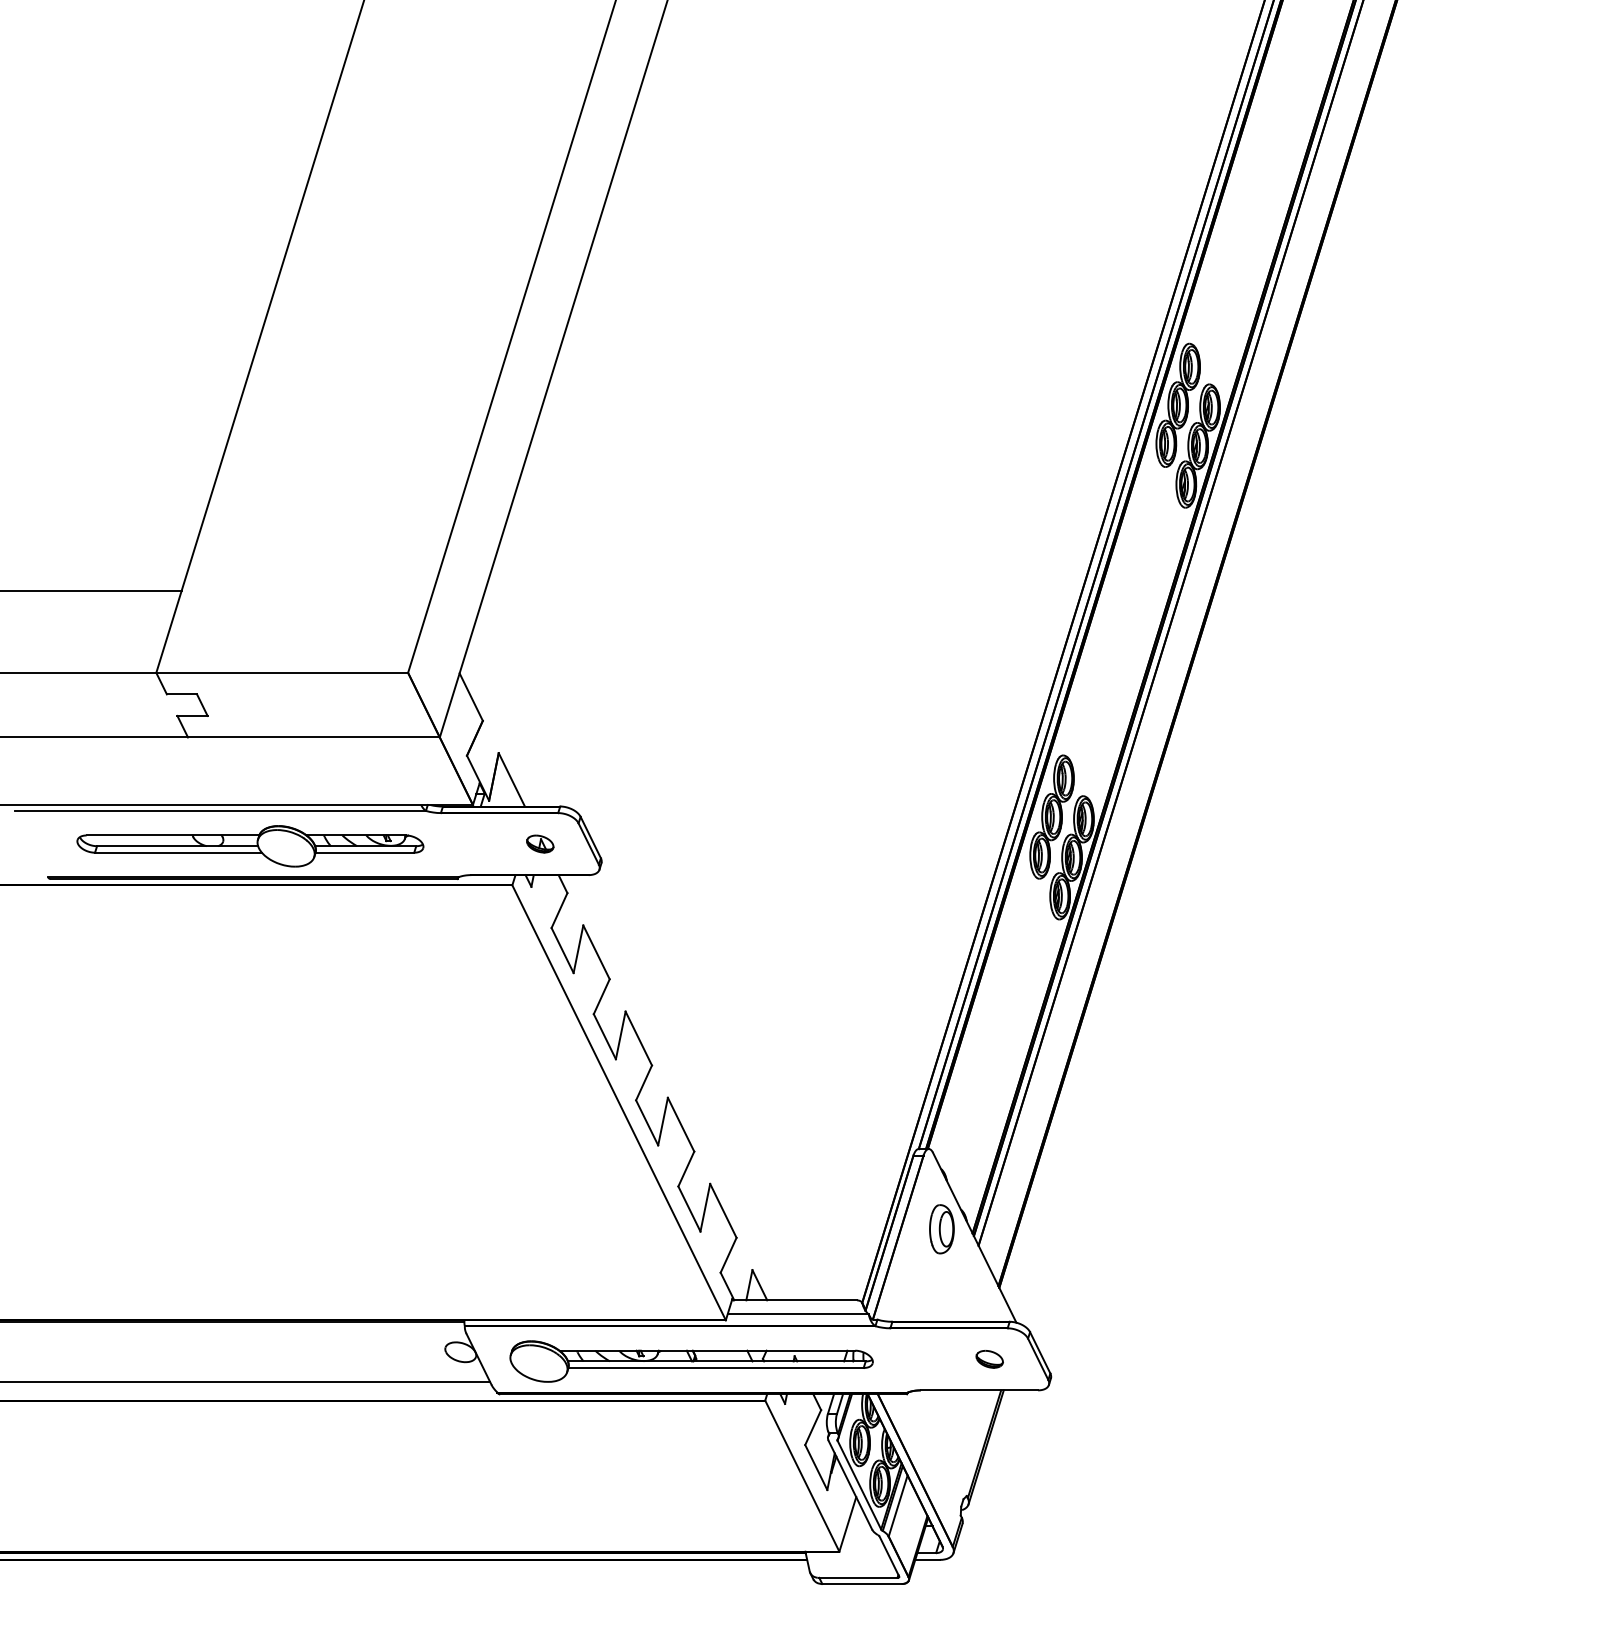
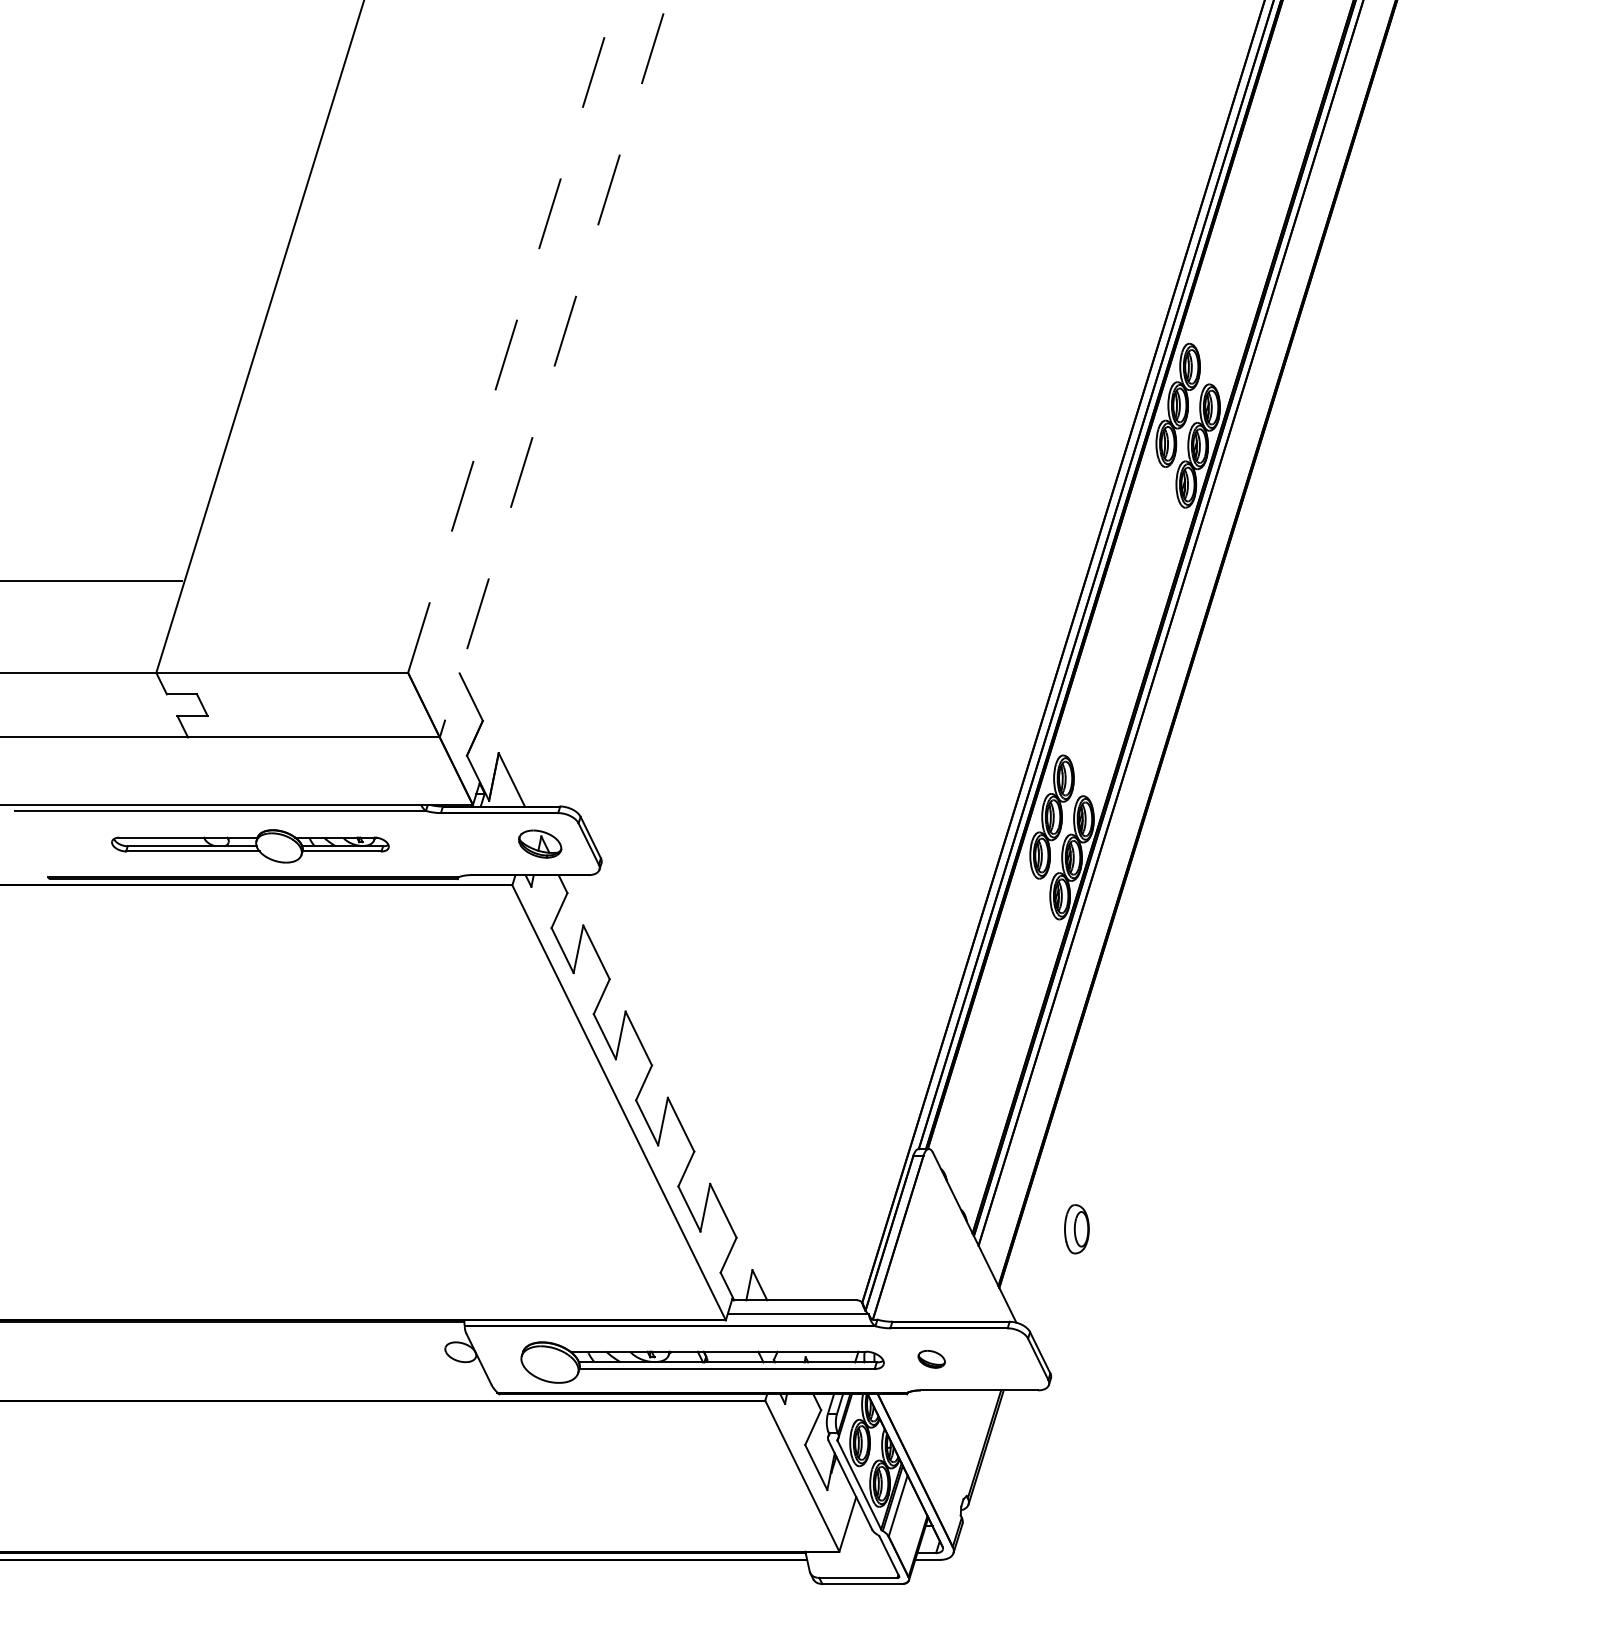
line at (512, 336): solid -> dashed
line at (553, 368): solid -> dashed
line at (91, 591) position: (91, 591) -> (91, 581)
part at (540, 843) size: 29x20 px -> 45x30 px
part at (250, 846) size: 349x43 px -> 279x35 px
part at (941, 1229) position: (941, 1229) -> (1076, 1229)
part at (989, 1359) position: (989, 1359) -> (931, 1359)
part at (691, 1361) position: (691, 1361) -> (702, 1362)
line at (246, 1382): present -> none
